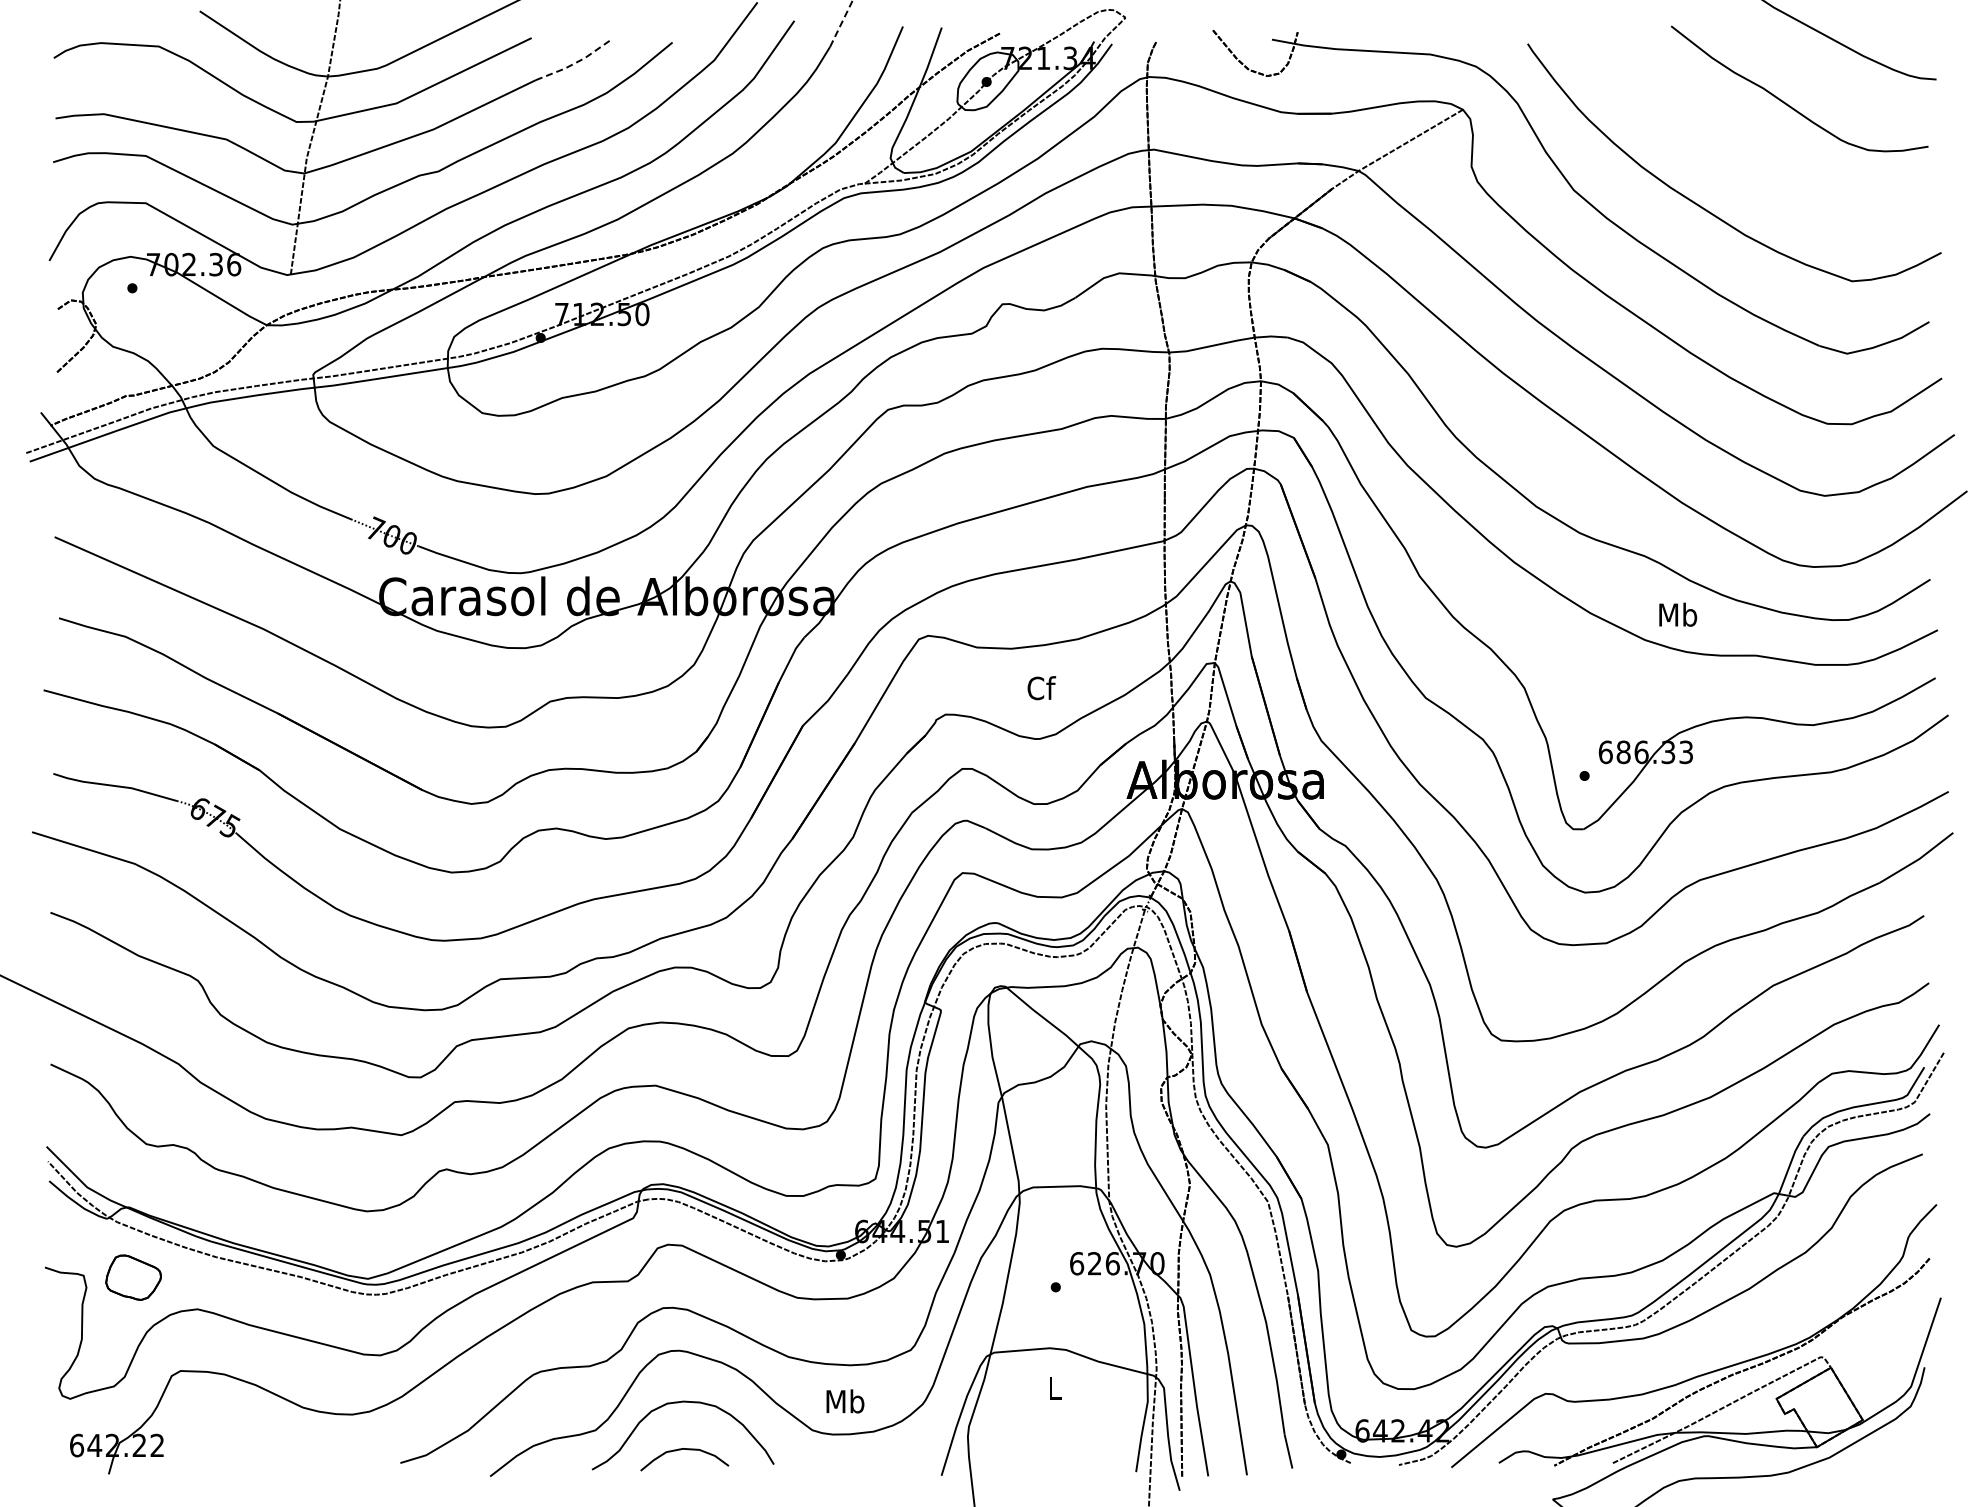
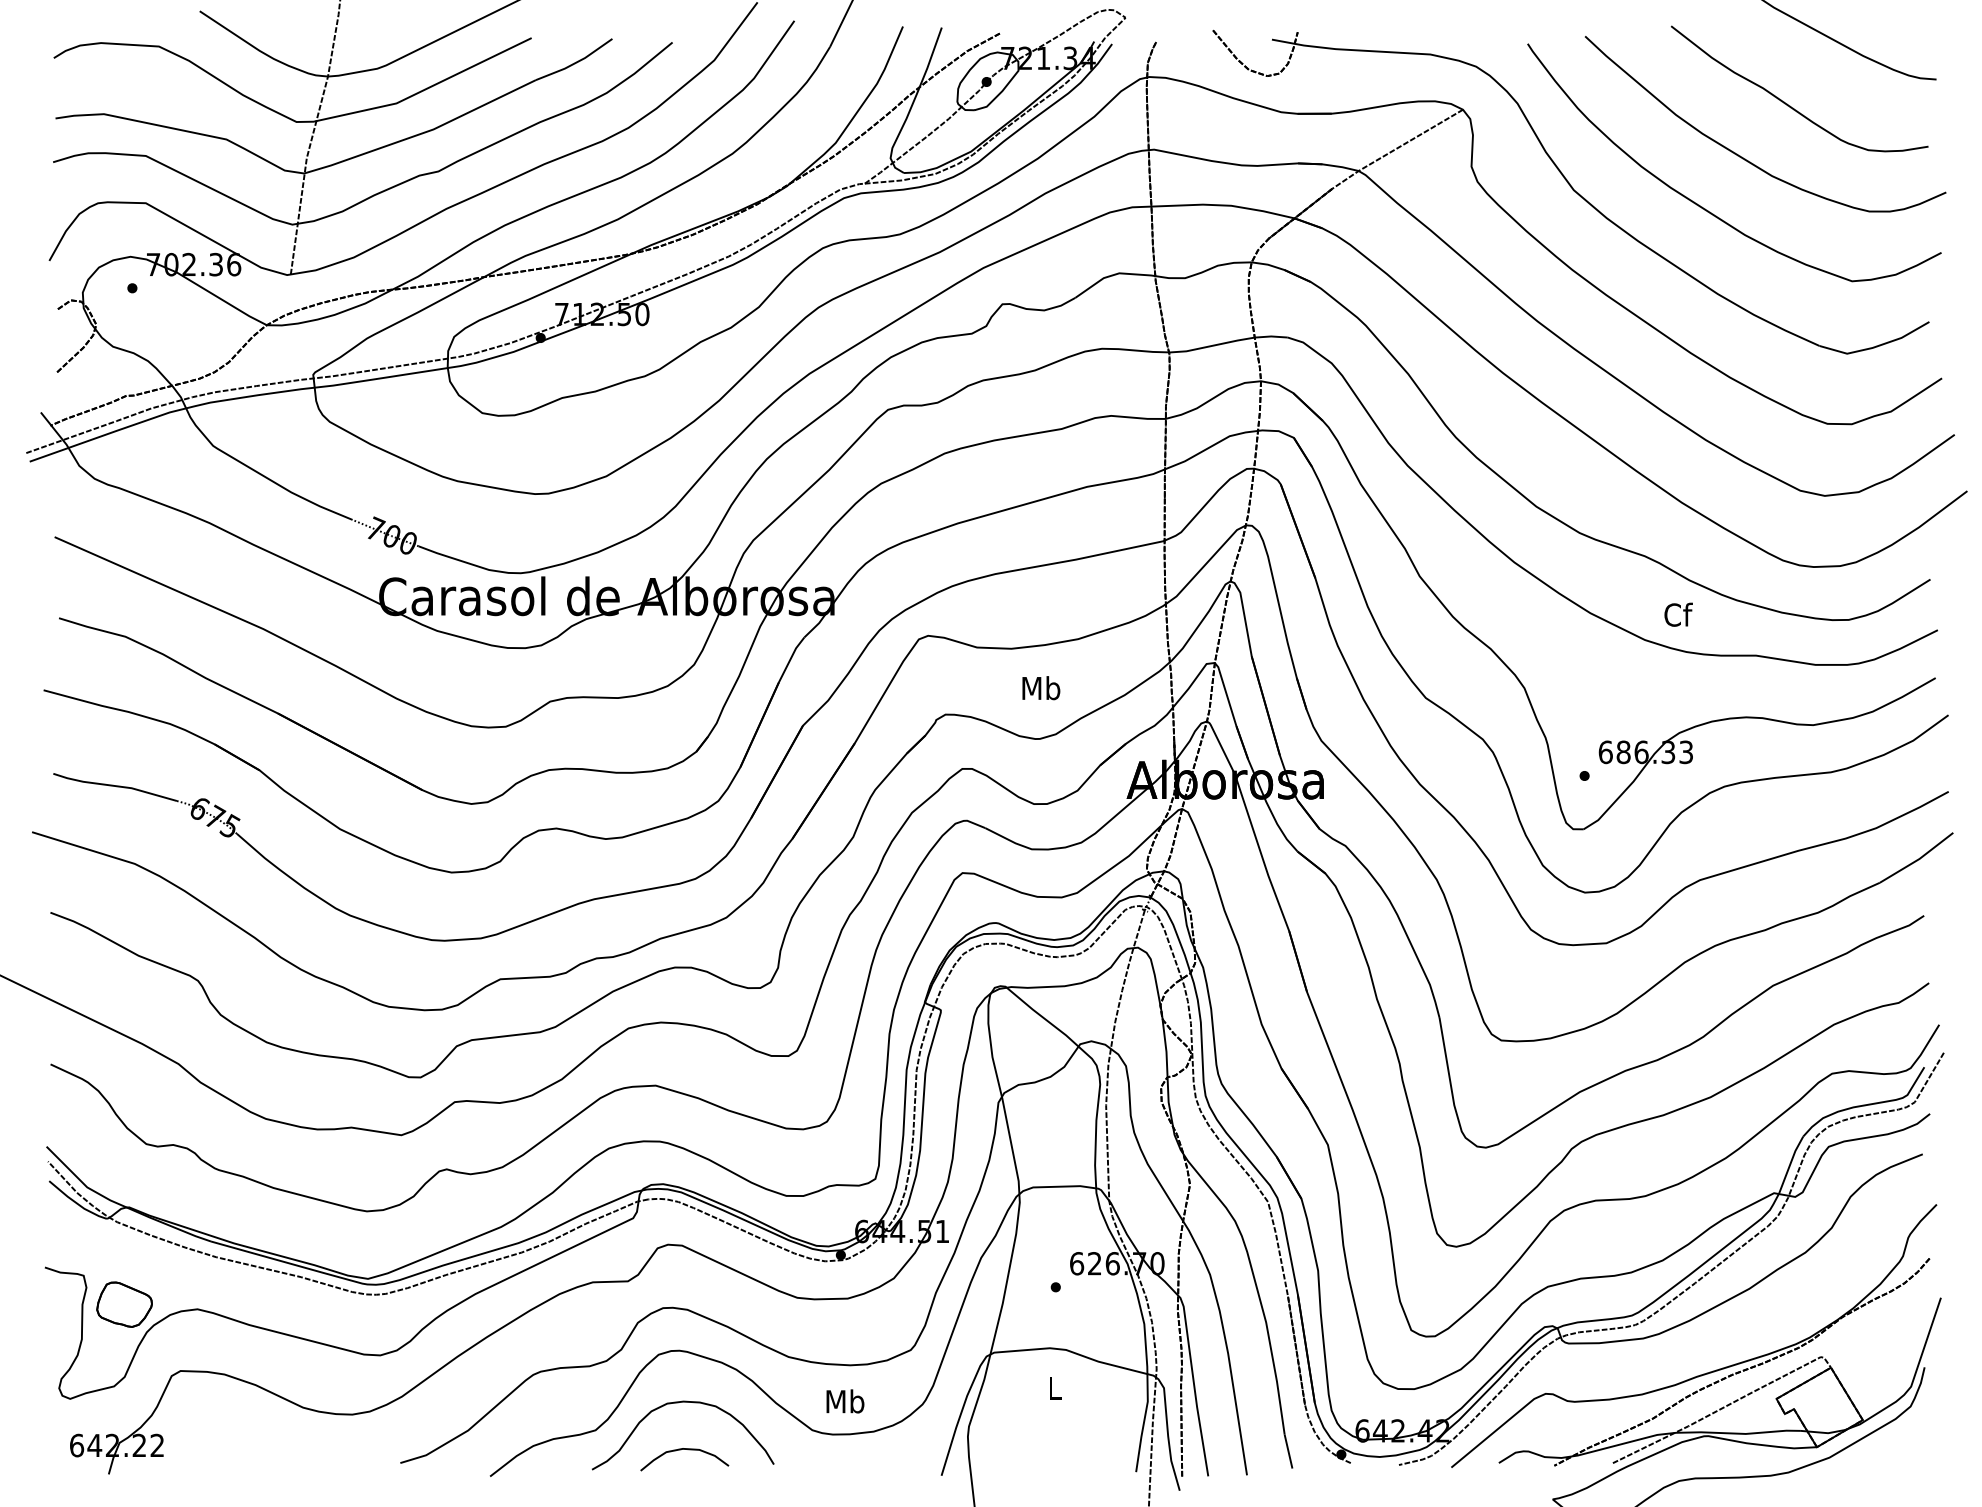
line at (841, 23): dashed -> solid
line at (576, 62): dashed -> solid
curve at (1745, 158): none -> present
text at (1678, 614): Mb -> Cf
text at (1041, 688): Cf -> Mb
part at (133, 1277) position: (133, 1277) -> (124, 1304)
